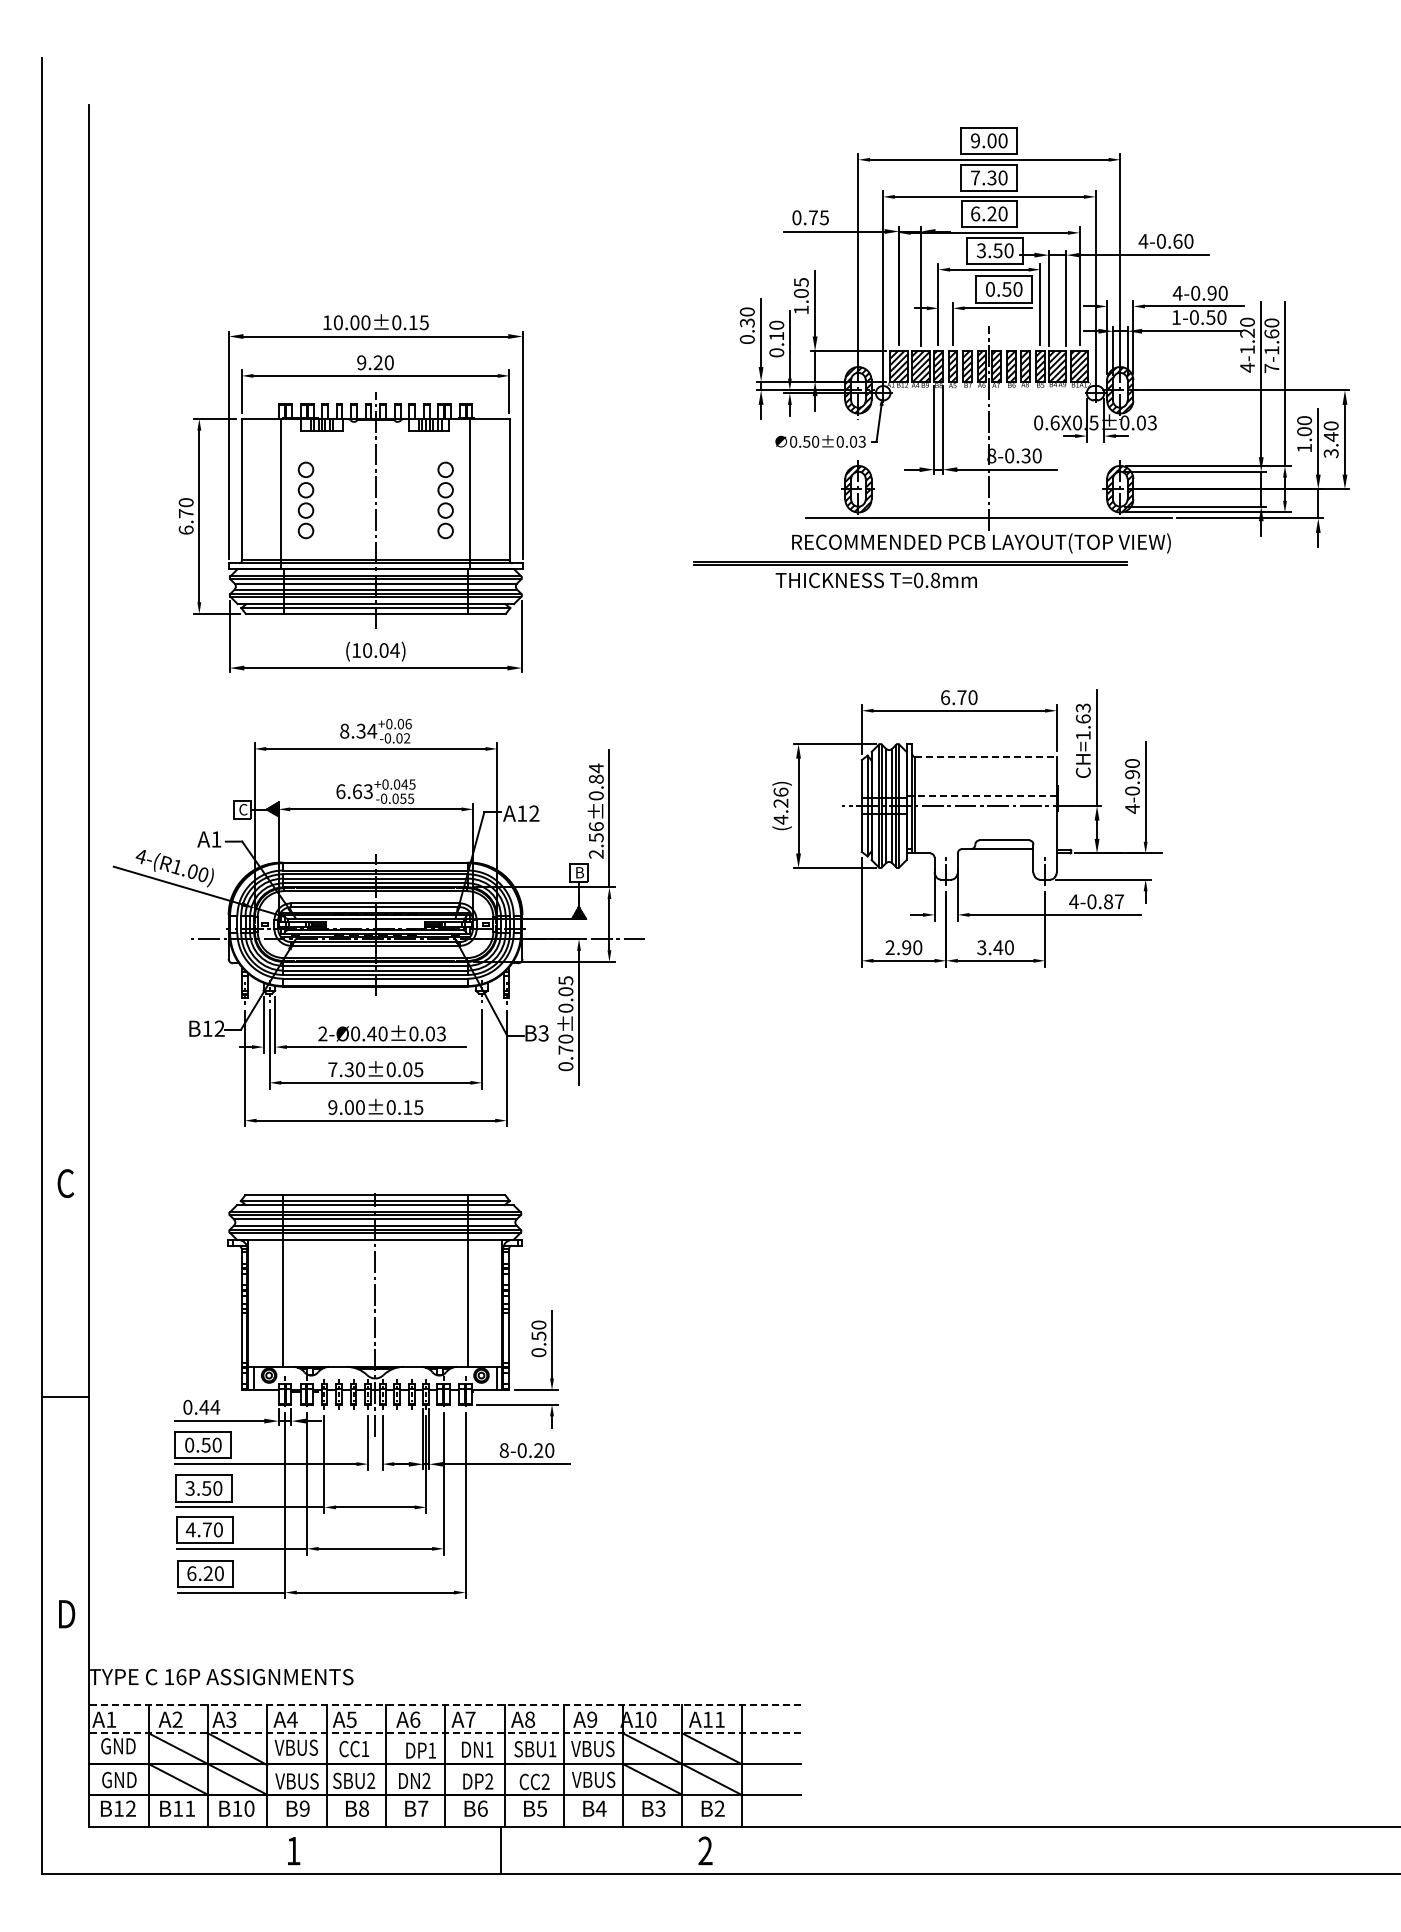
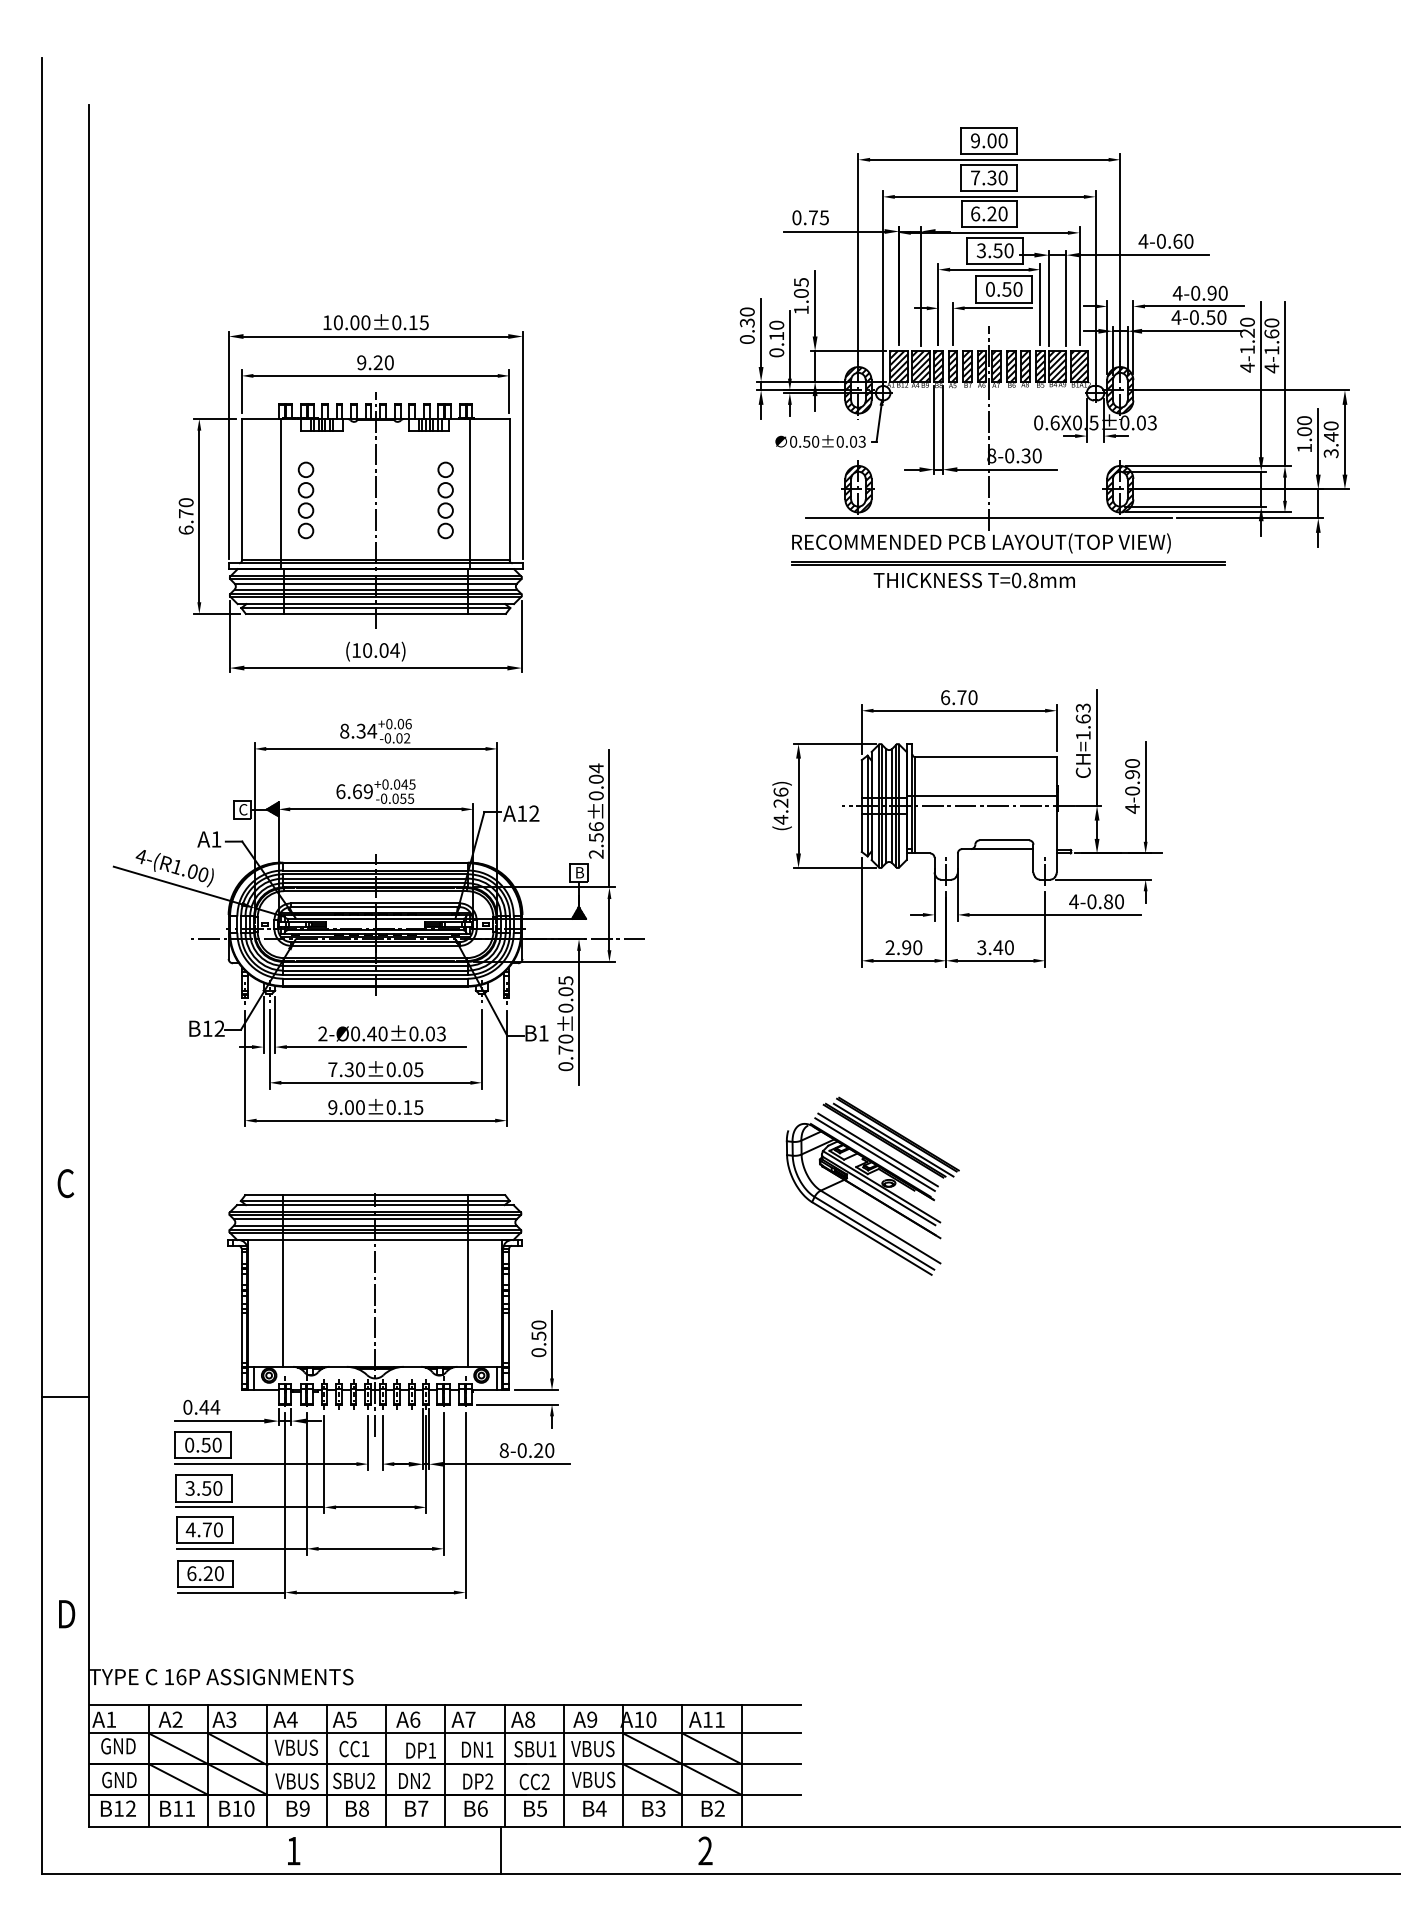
text at (1176, 317): 1-0.50 -> 4-0.50
text at (1271, 368): 7-1.60 -> 4-1.60
part at (910, 574) position: (910, 574) -> (1008, 574)
line at (986, 757): dashed -> solid
text at (596, 778): 2.56±0.84 -> 2.56±0.04
text at (367, 791): 6.63 -> 6.69
line at (982, 796): dashed -> solid
text at (1119, 901): 4-0.87 -> 4-0.80
text at (543, 1033): B3 -> B1
part at (872, 1185): none -> present
line at (445, 1704): dashed -> solid
line at (445, 1733): dashed -> solid
